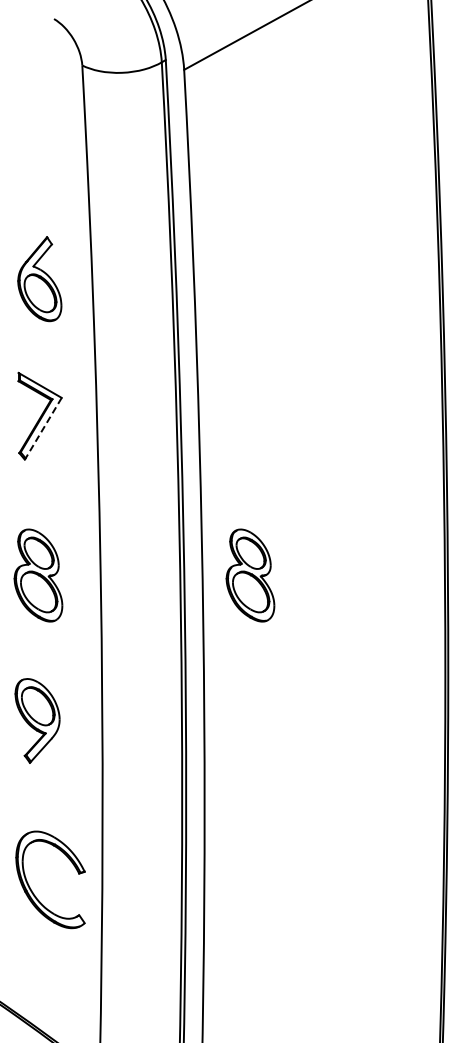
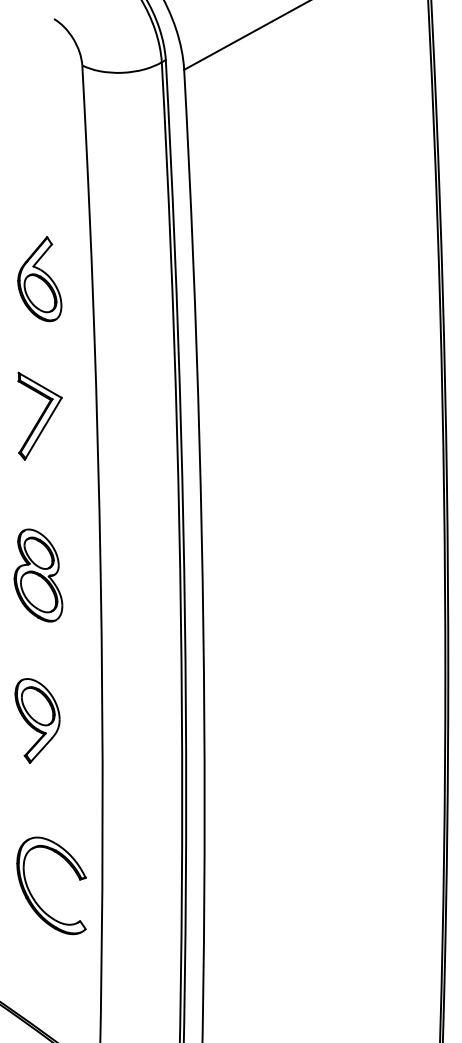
line at (43, 428): dashed -> solid
part at (250, 575): present -> none
part at (32, 890) position: (32, 890) -> (33, 896)
